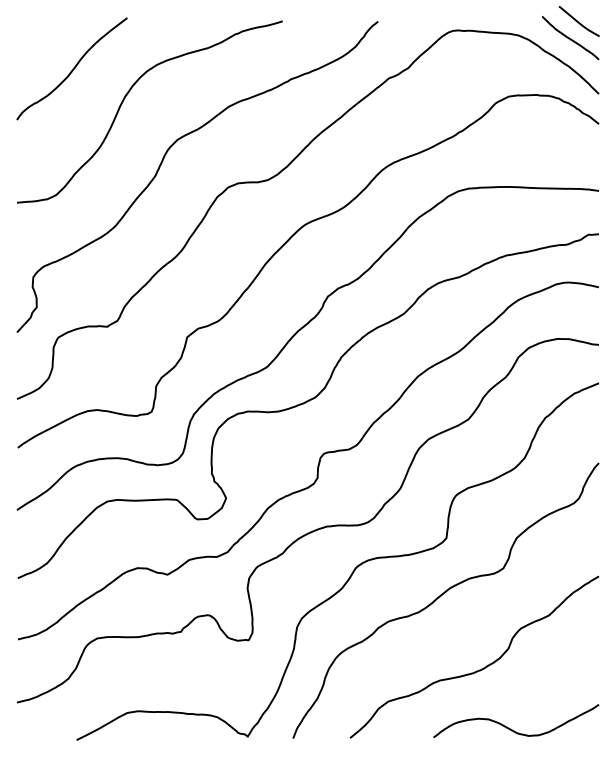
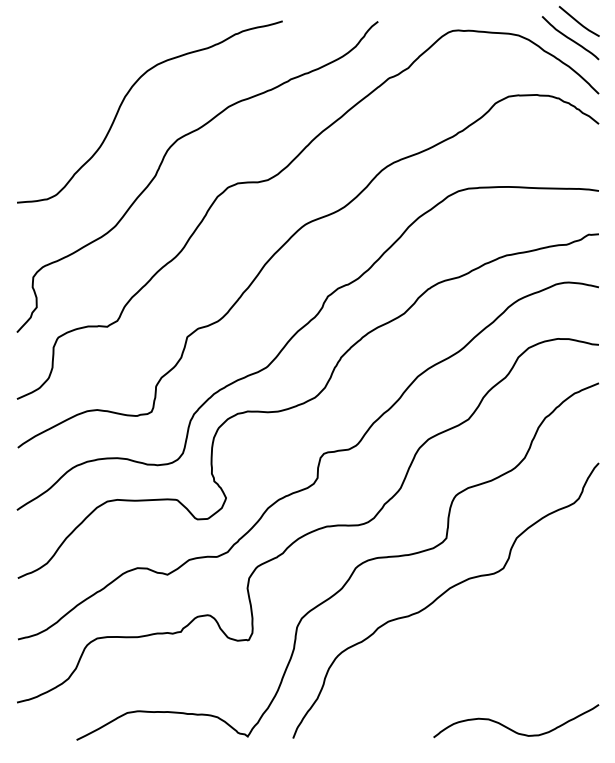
curve at (72, 68): present -> none
curve at (481, 668): present -> none
